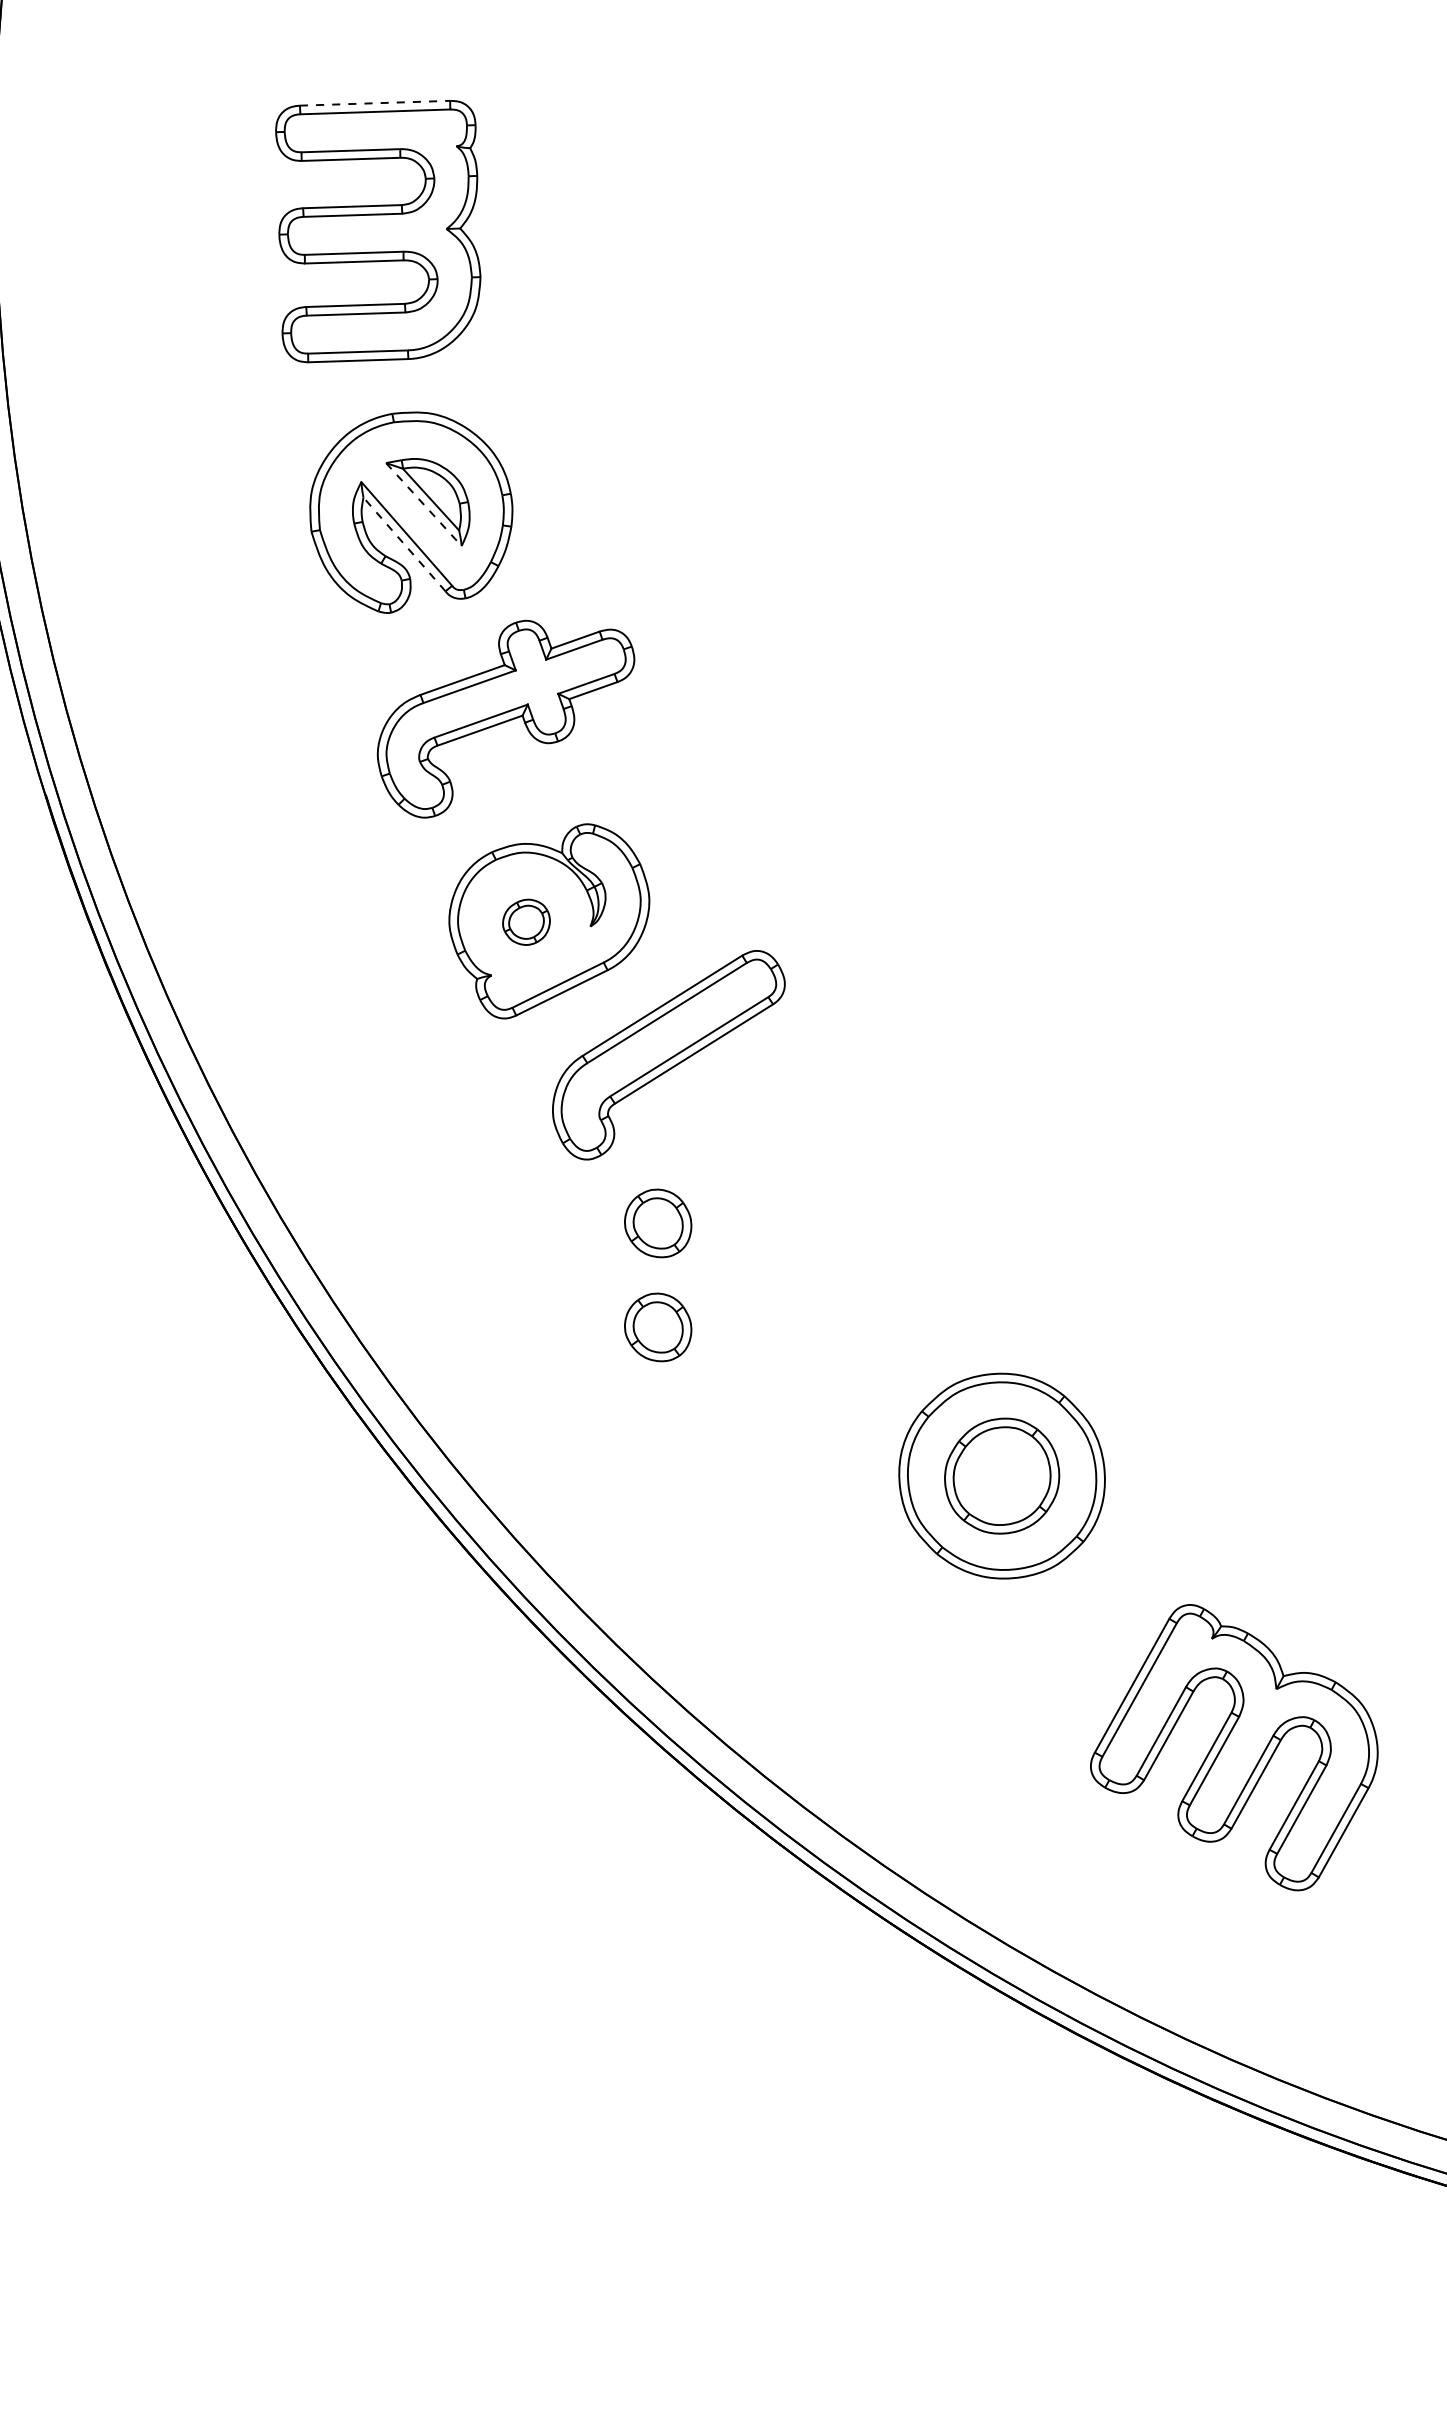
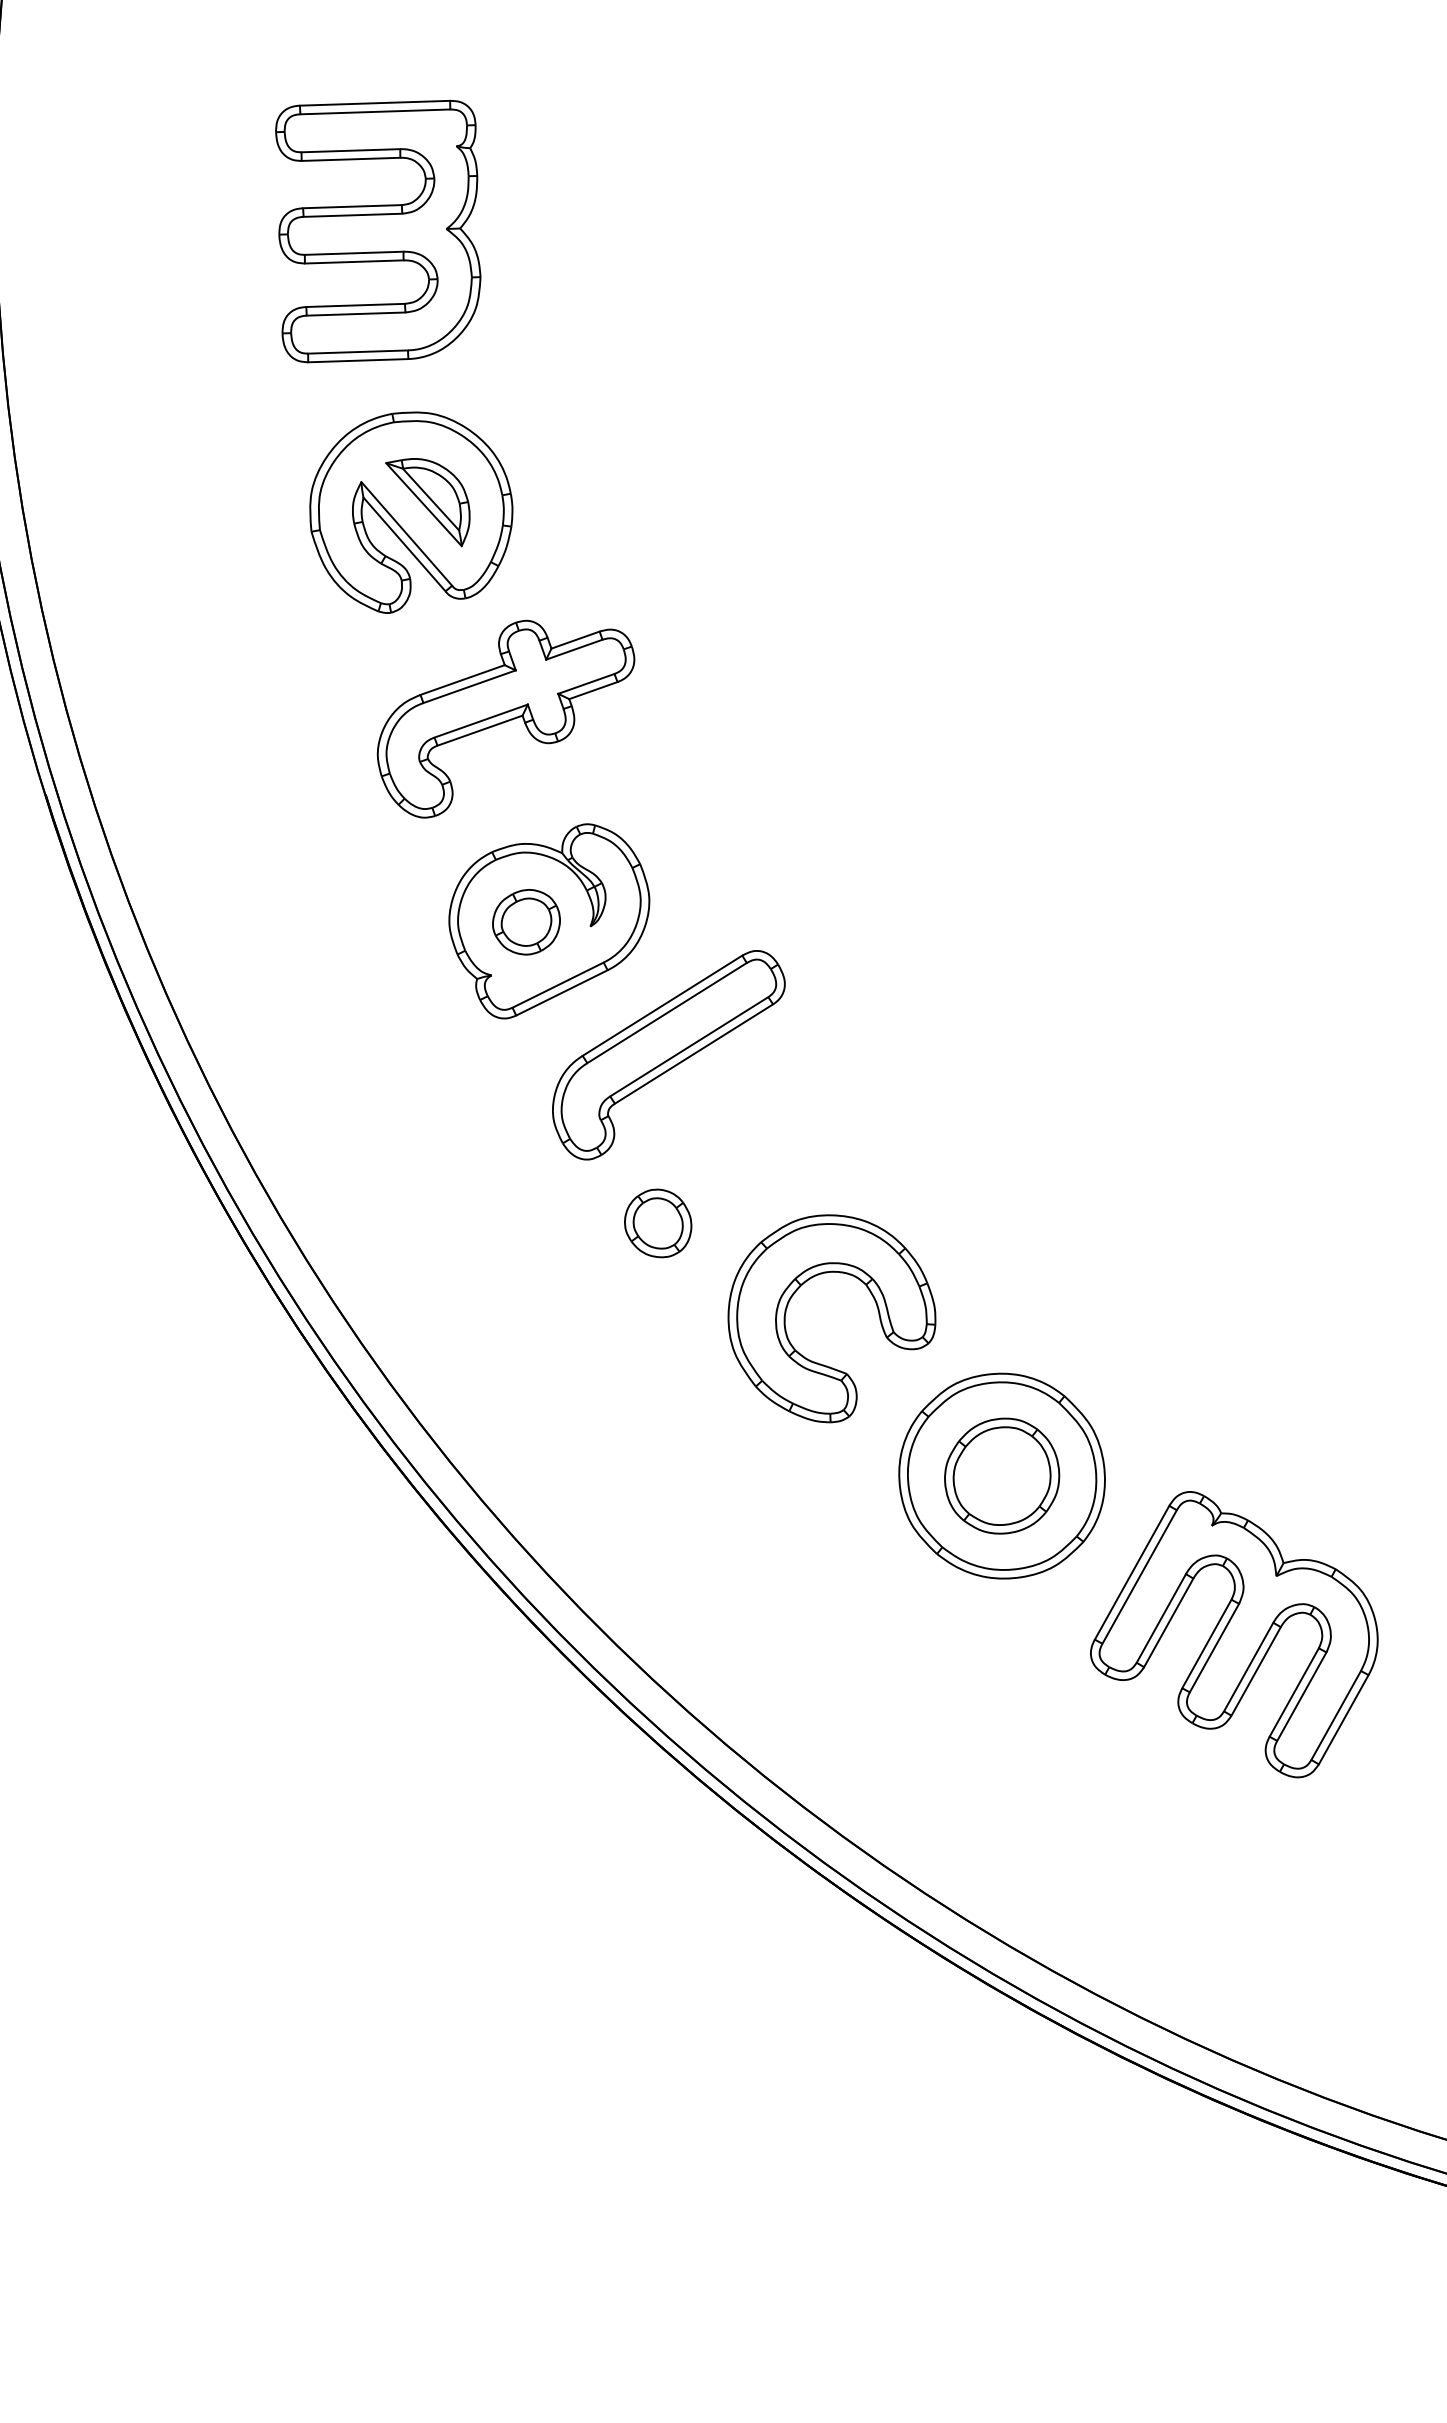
line at (375, 103): dashed -> solid
line at (424, 504): dashed -> solid
line at (404, 544): dashed -> solid
part at (526, 921) size: 49x48 px -> 69x67 px
part at (806, 1282): none -> present
part at (658, 1327): present -> none
part at (1234, 1747) position: (1234, 1747) -> (1234, 1634)
